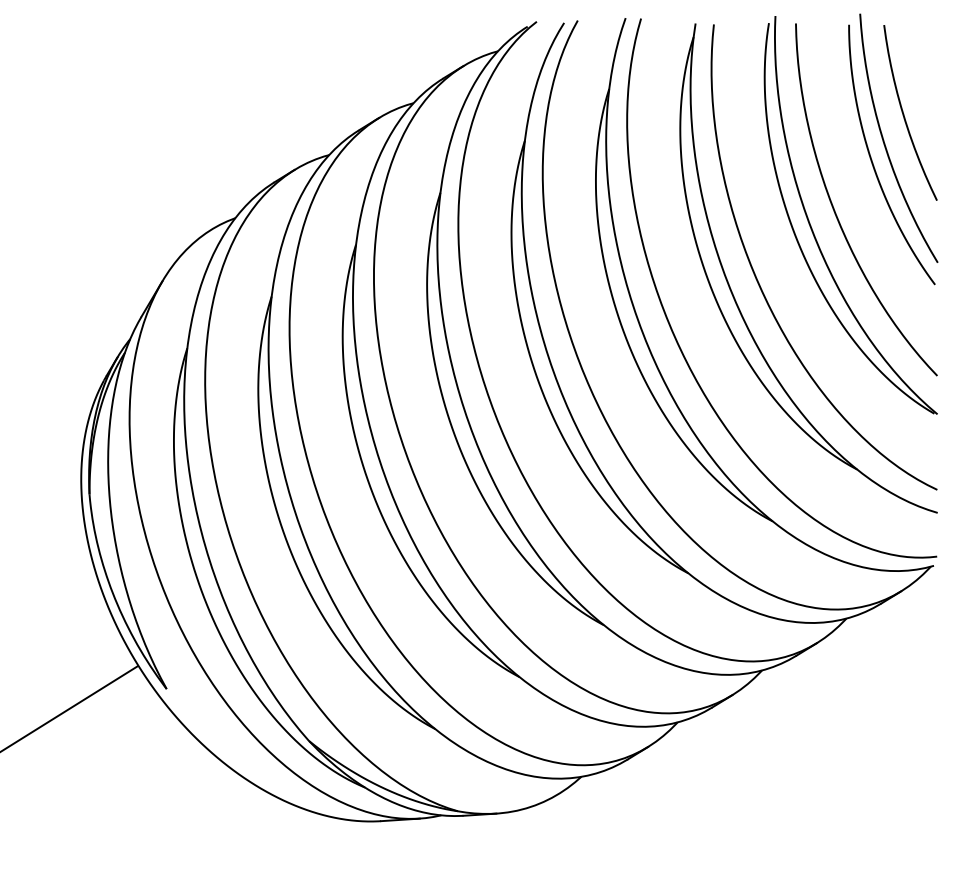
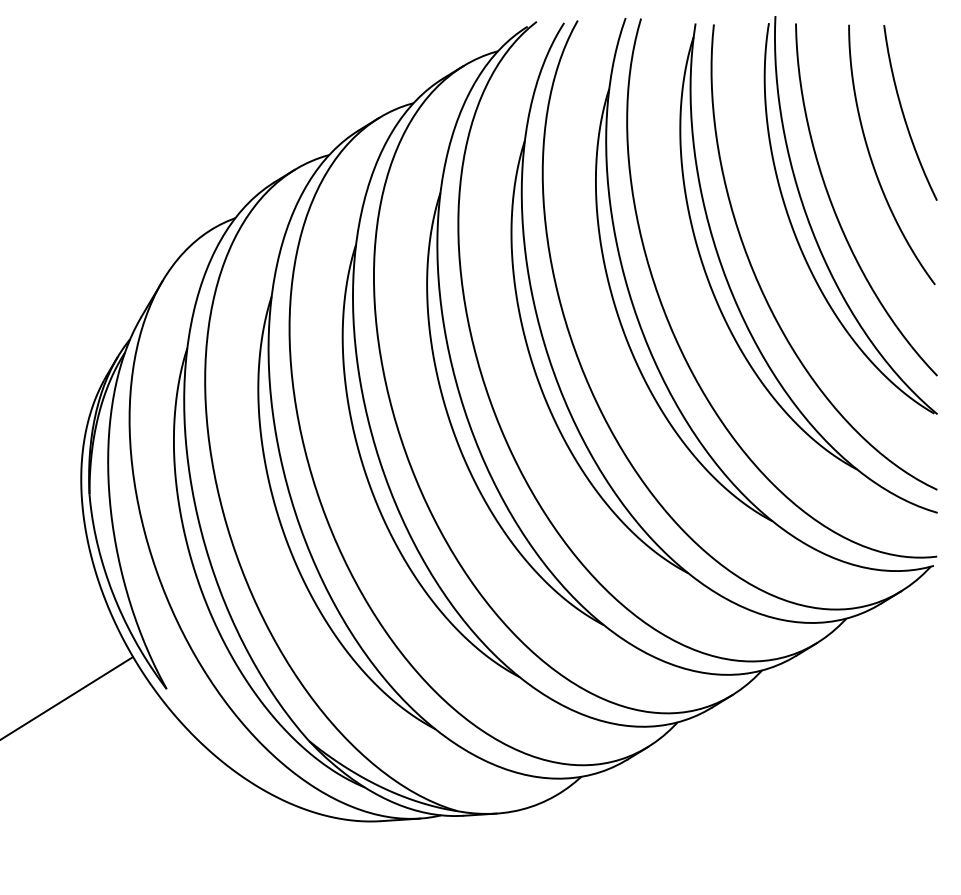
curve at (884, 140): present -> none
line at (70, 707) position: (70, 707) -> (67, 697)
